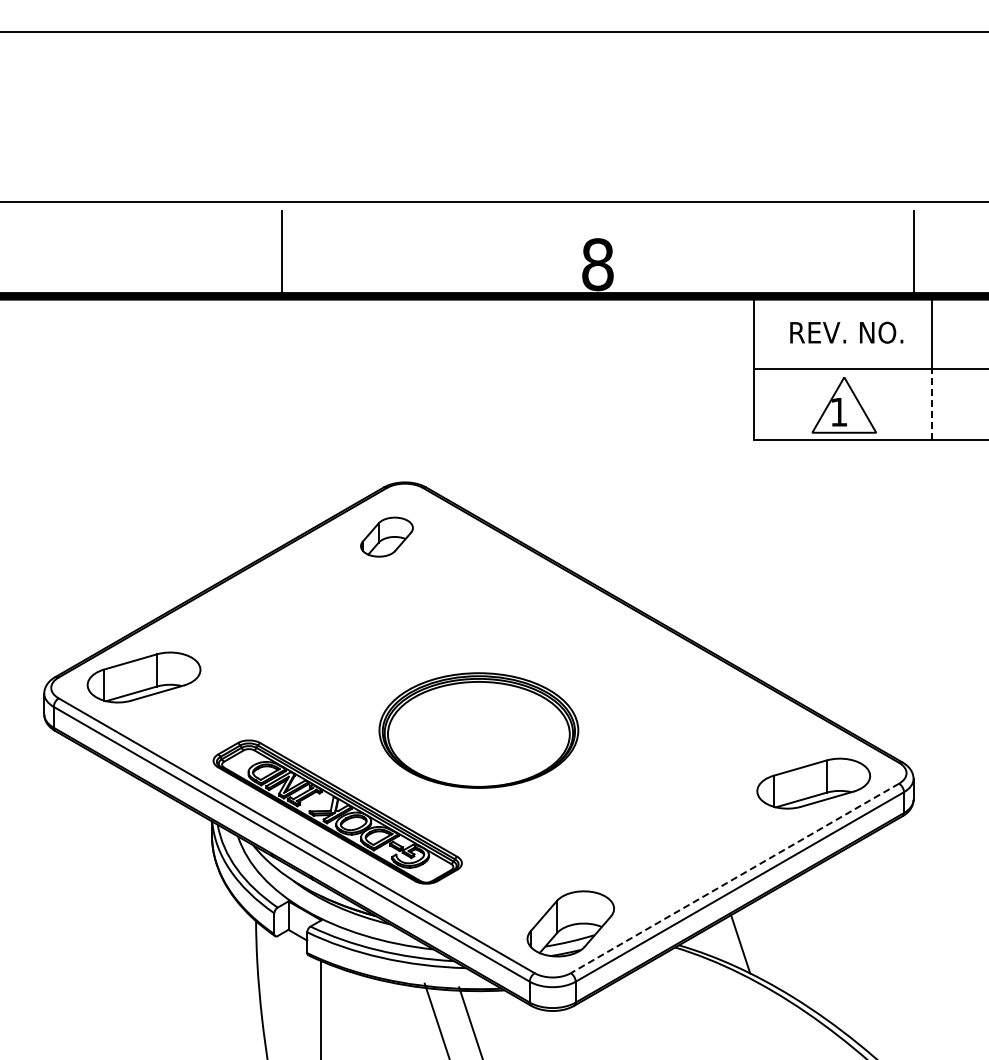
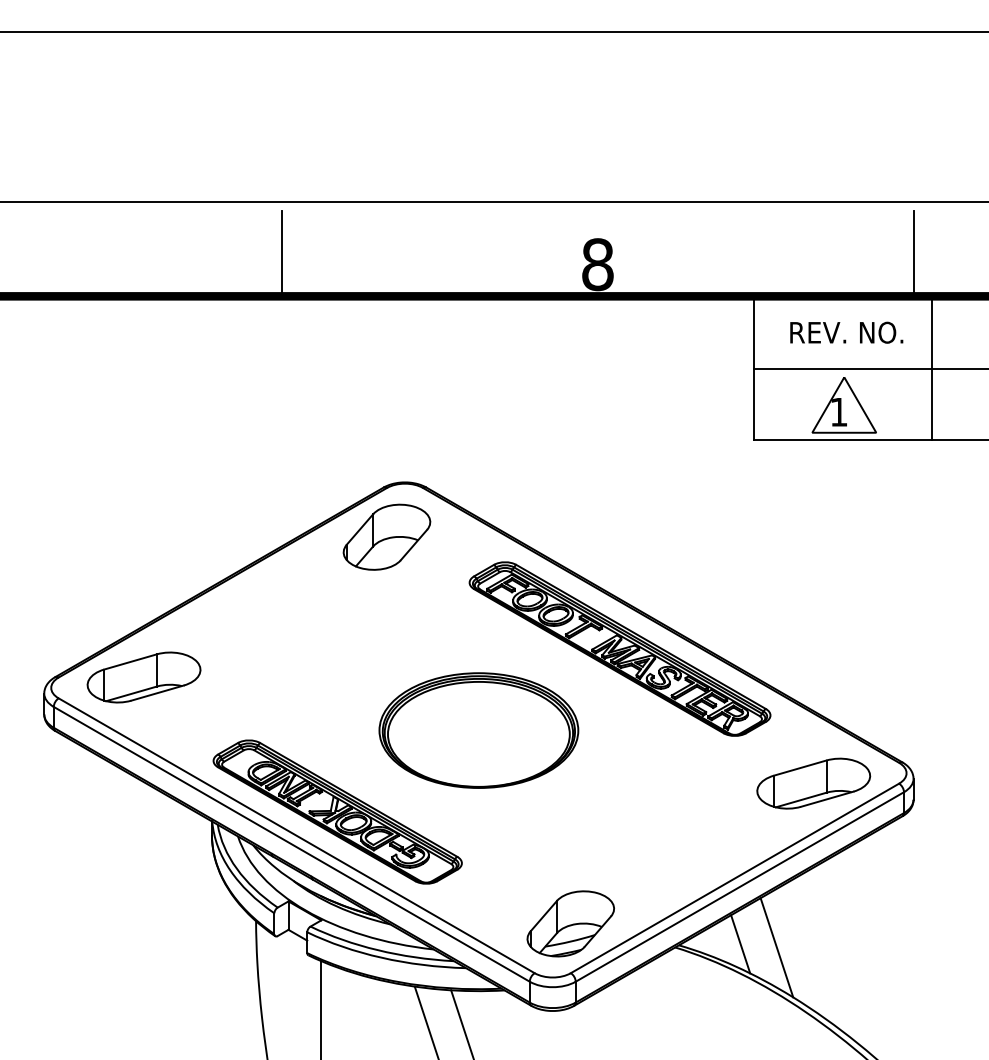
line at (932, 404): dashed -> solid
part at (386, 536) size: 54x42 px -> 90x68 px
part at (619, 648): none -> present
line at (734, 878): dashed -> solid
line at (776, 947): none -> present
line at (436, 1019) position: (436, 1019) -> (425, 1021)
line at (470, 1021) position: (470, 1021) -> (462, 1023)
